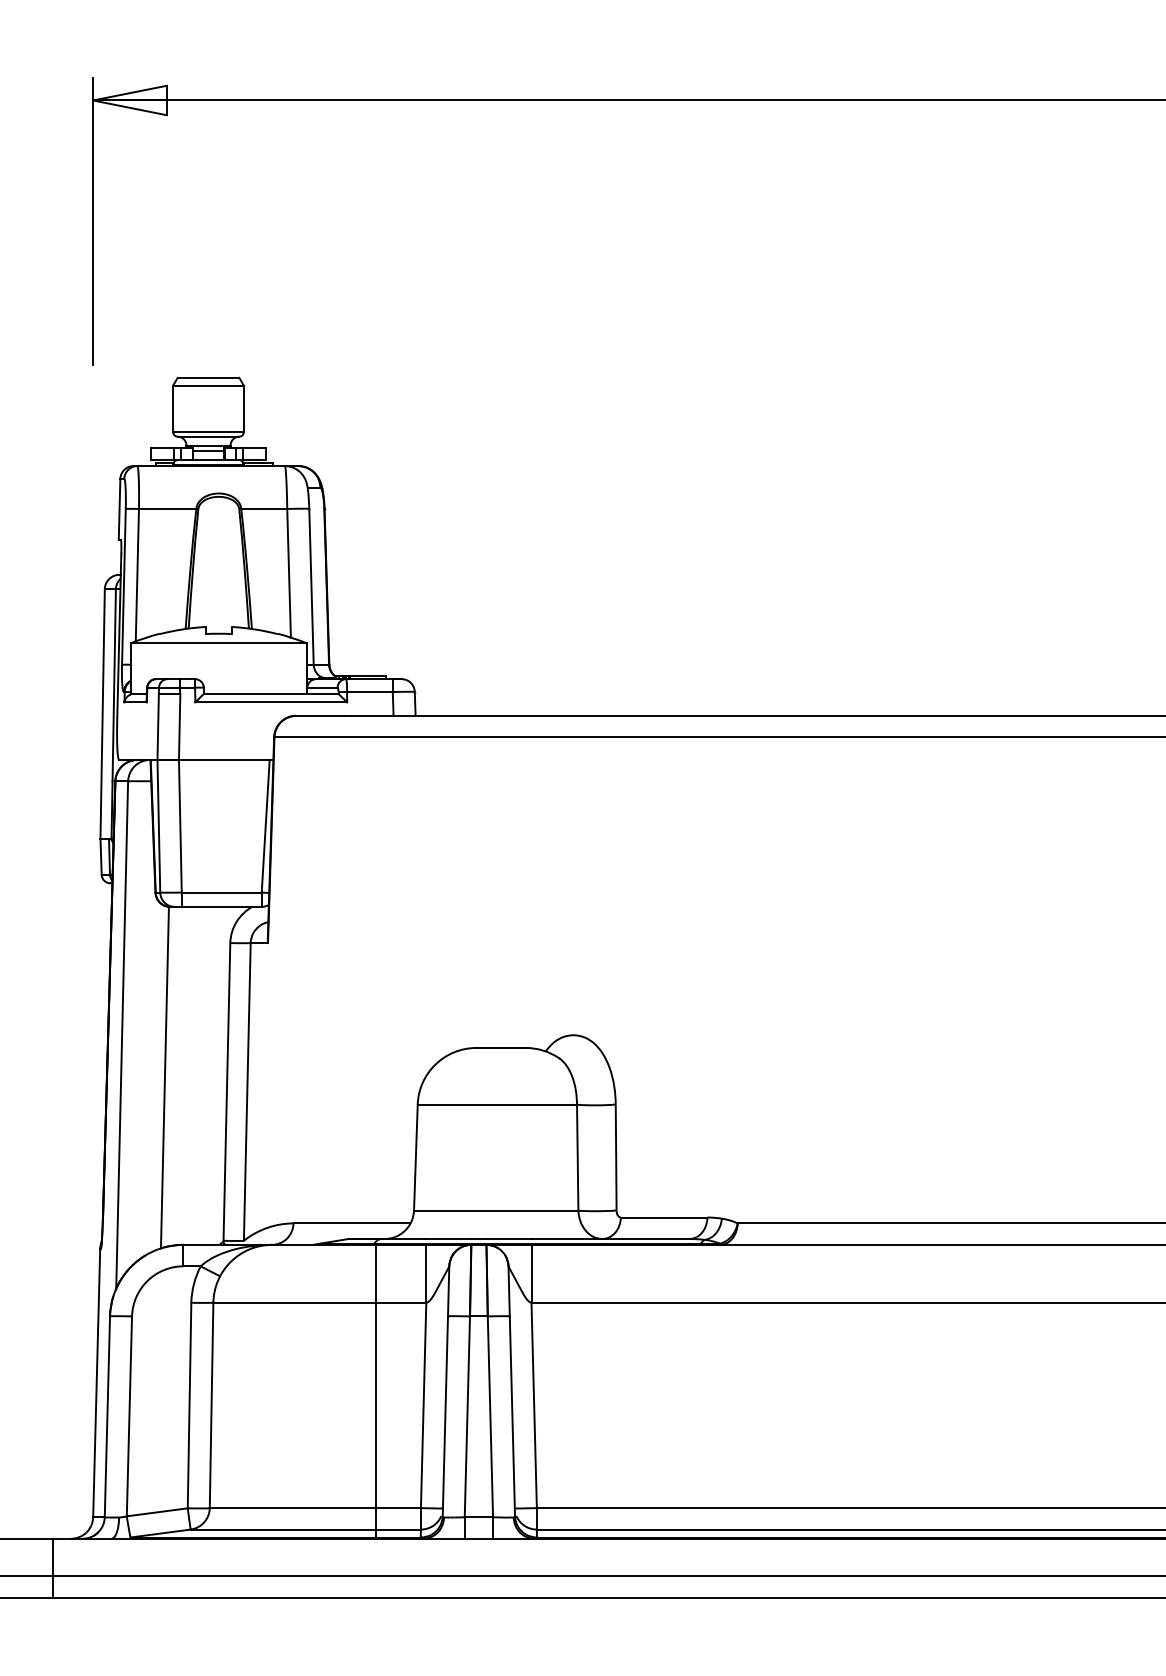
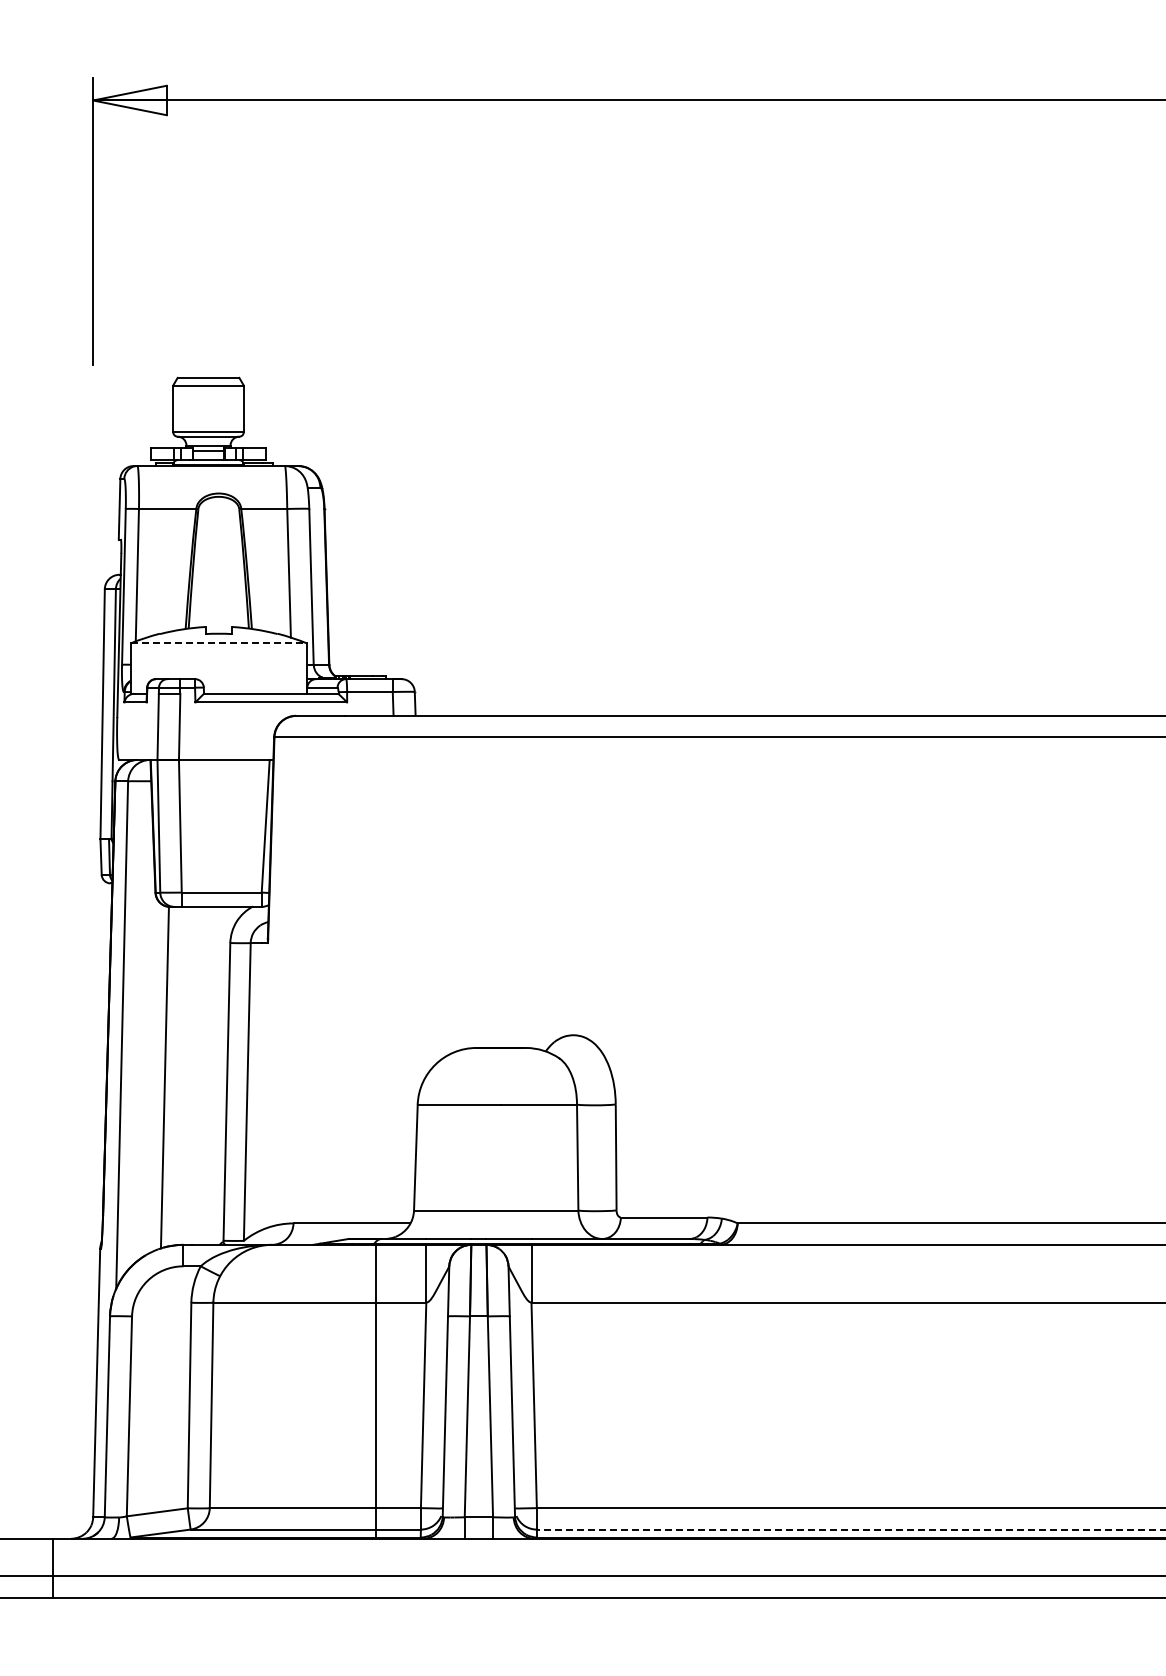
line at (219, 643): solid -> dashed
line at (850, 1529): solid -> dashed
